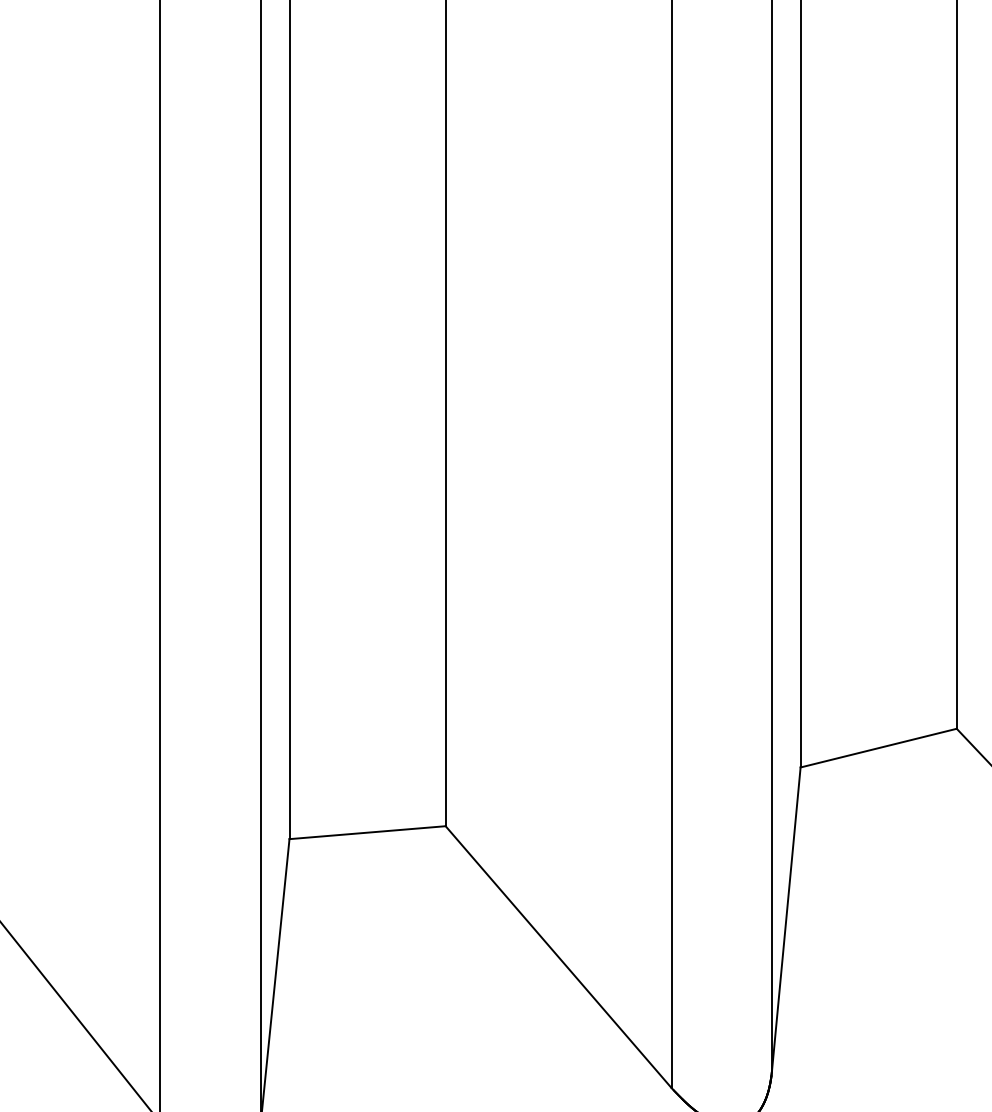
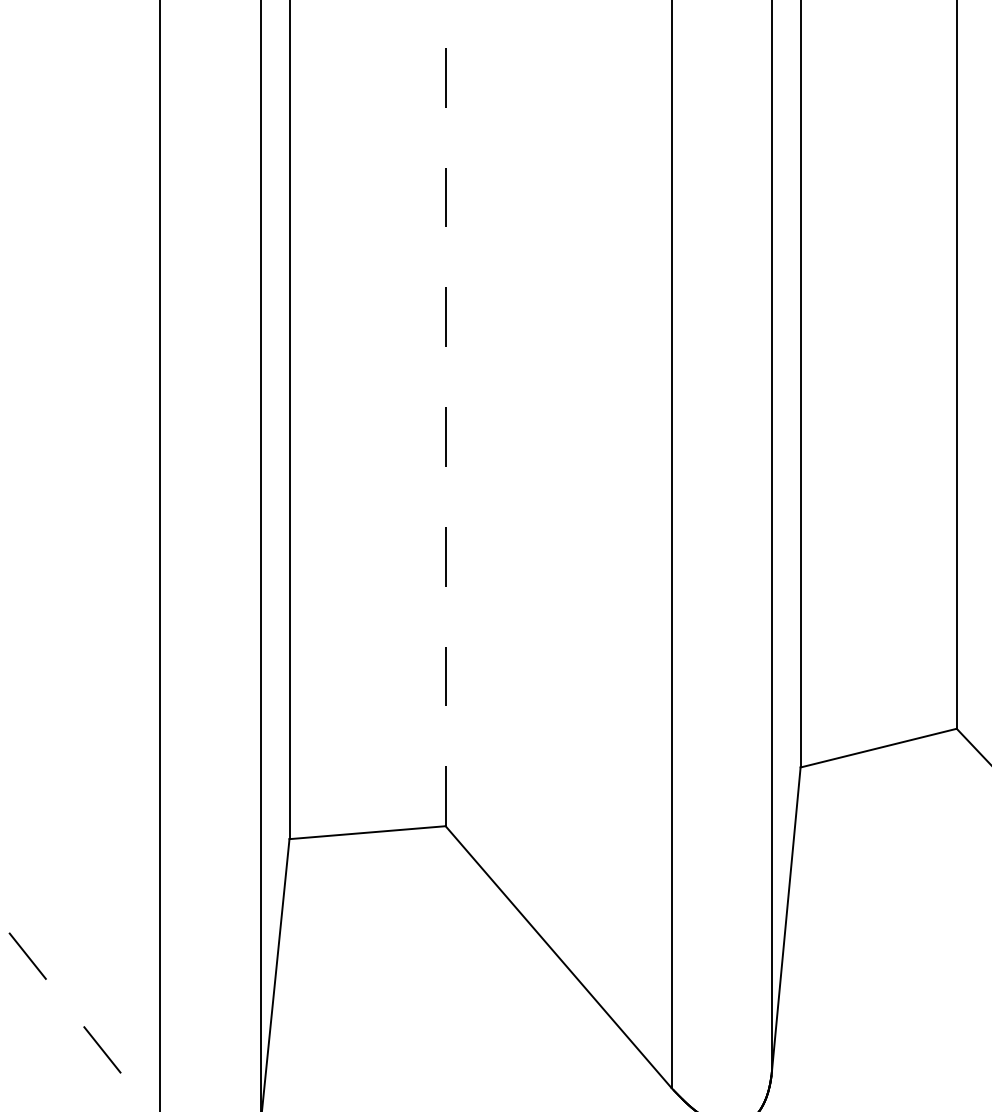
line at (445, 412): solid -> dashed
line at (76, 1017): solid -> dashed
